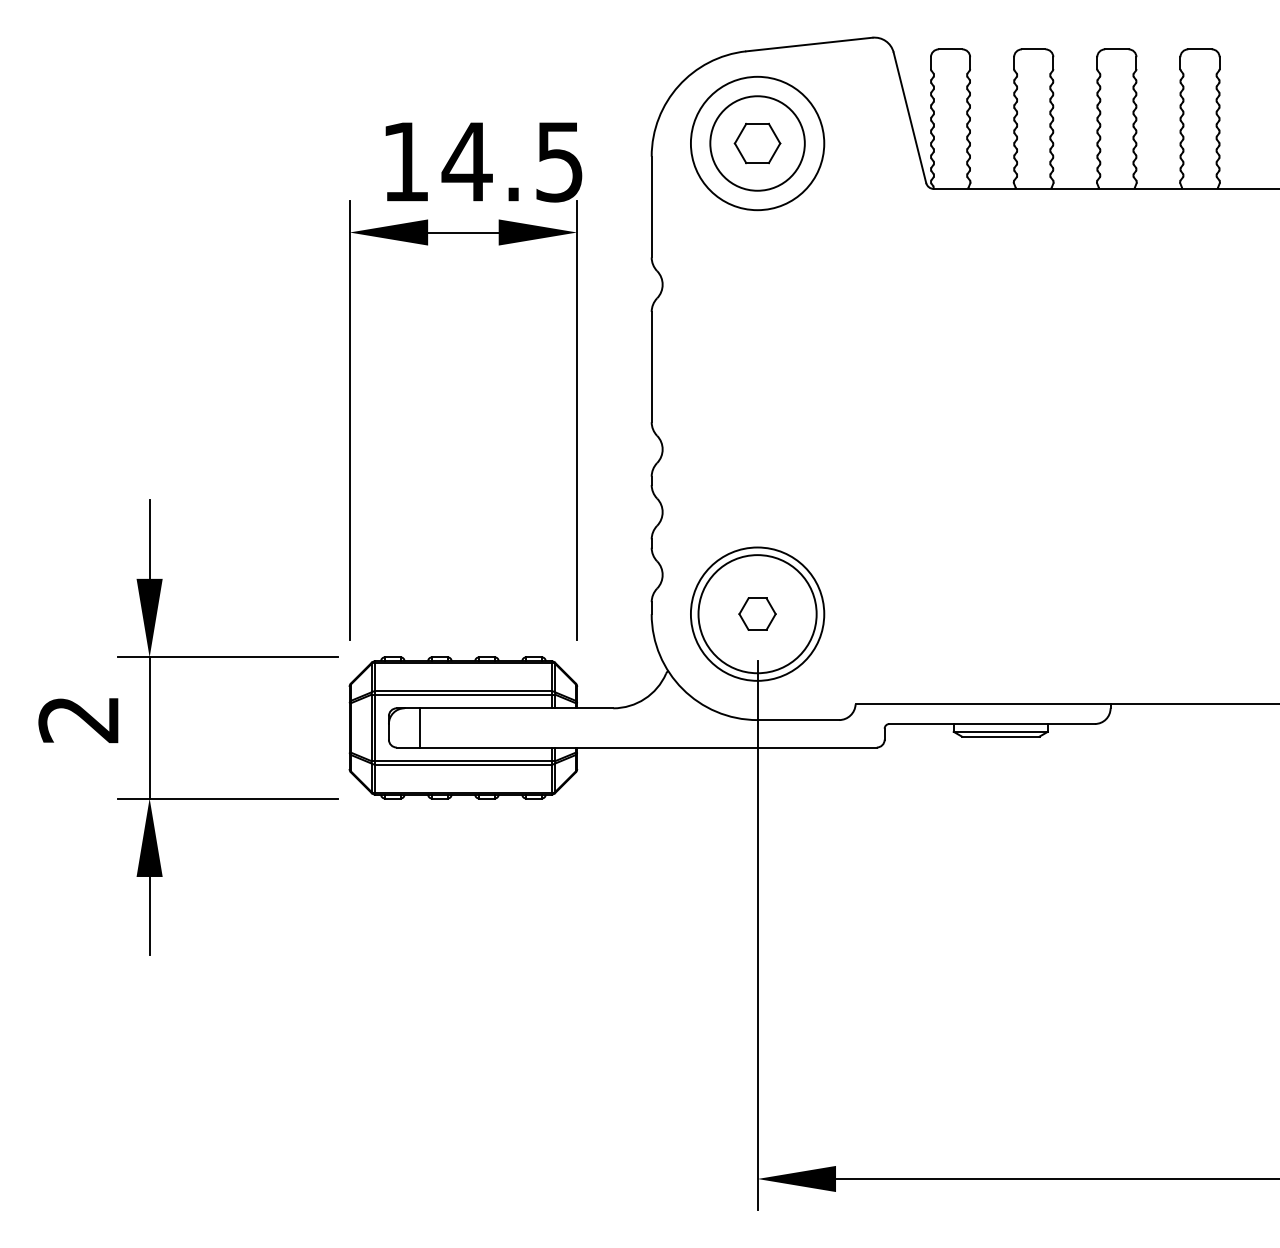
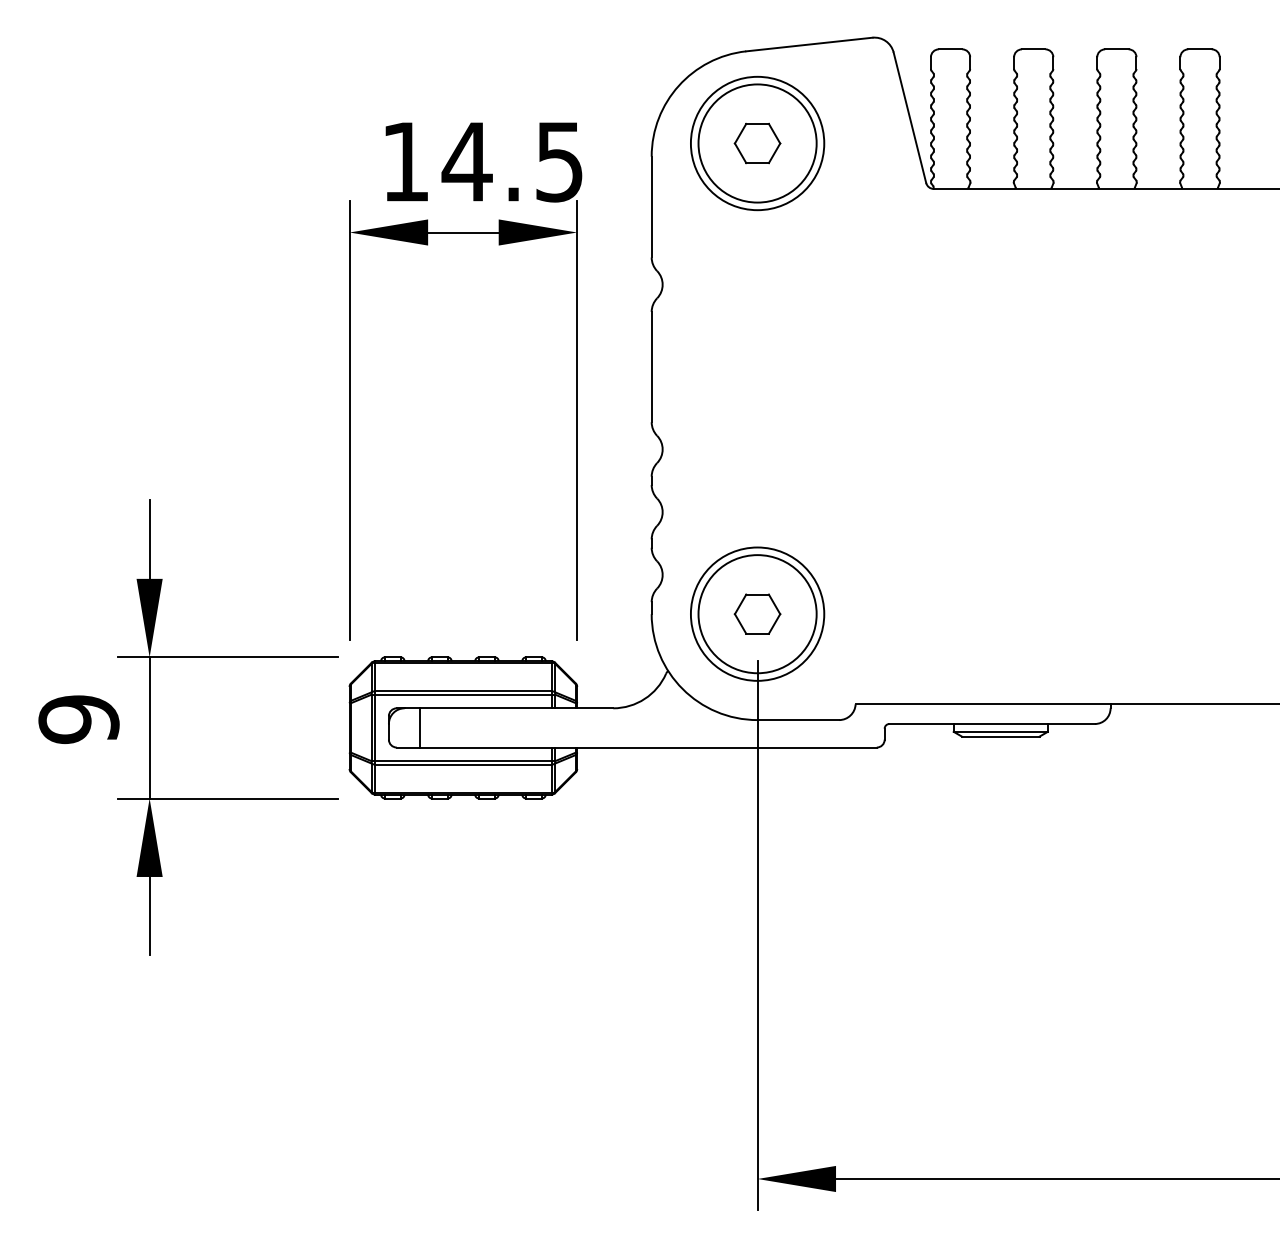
circle at (757, 143) diameter: 95 px -> 118 px
part at (757, 613) size: 39x34 px -> 49x42 px
text at (78, 719): 2 -> 9
